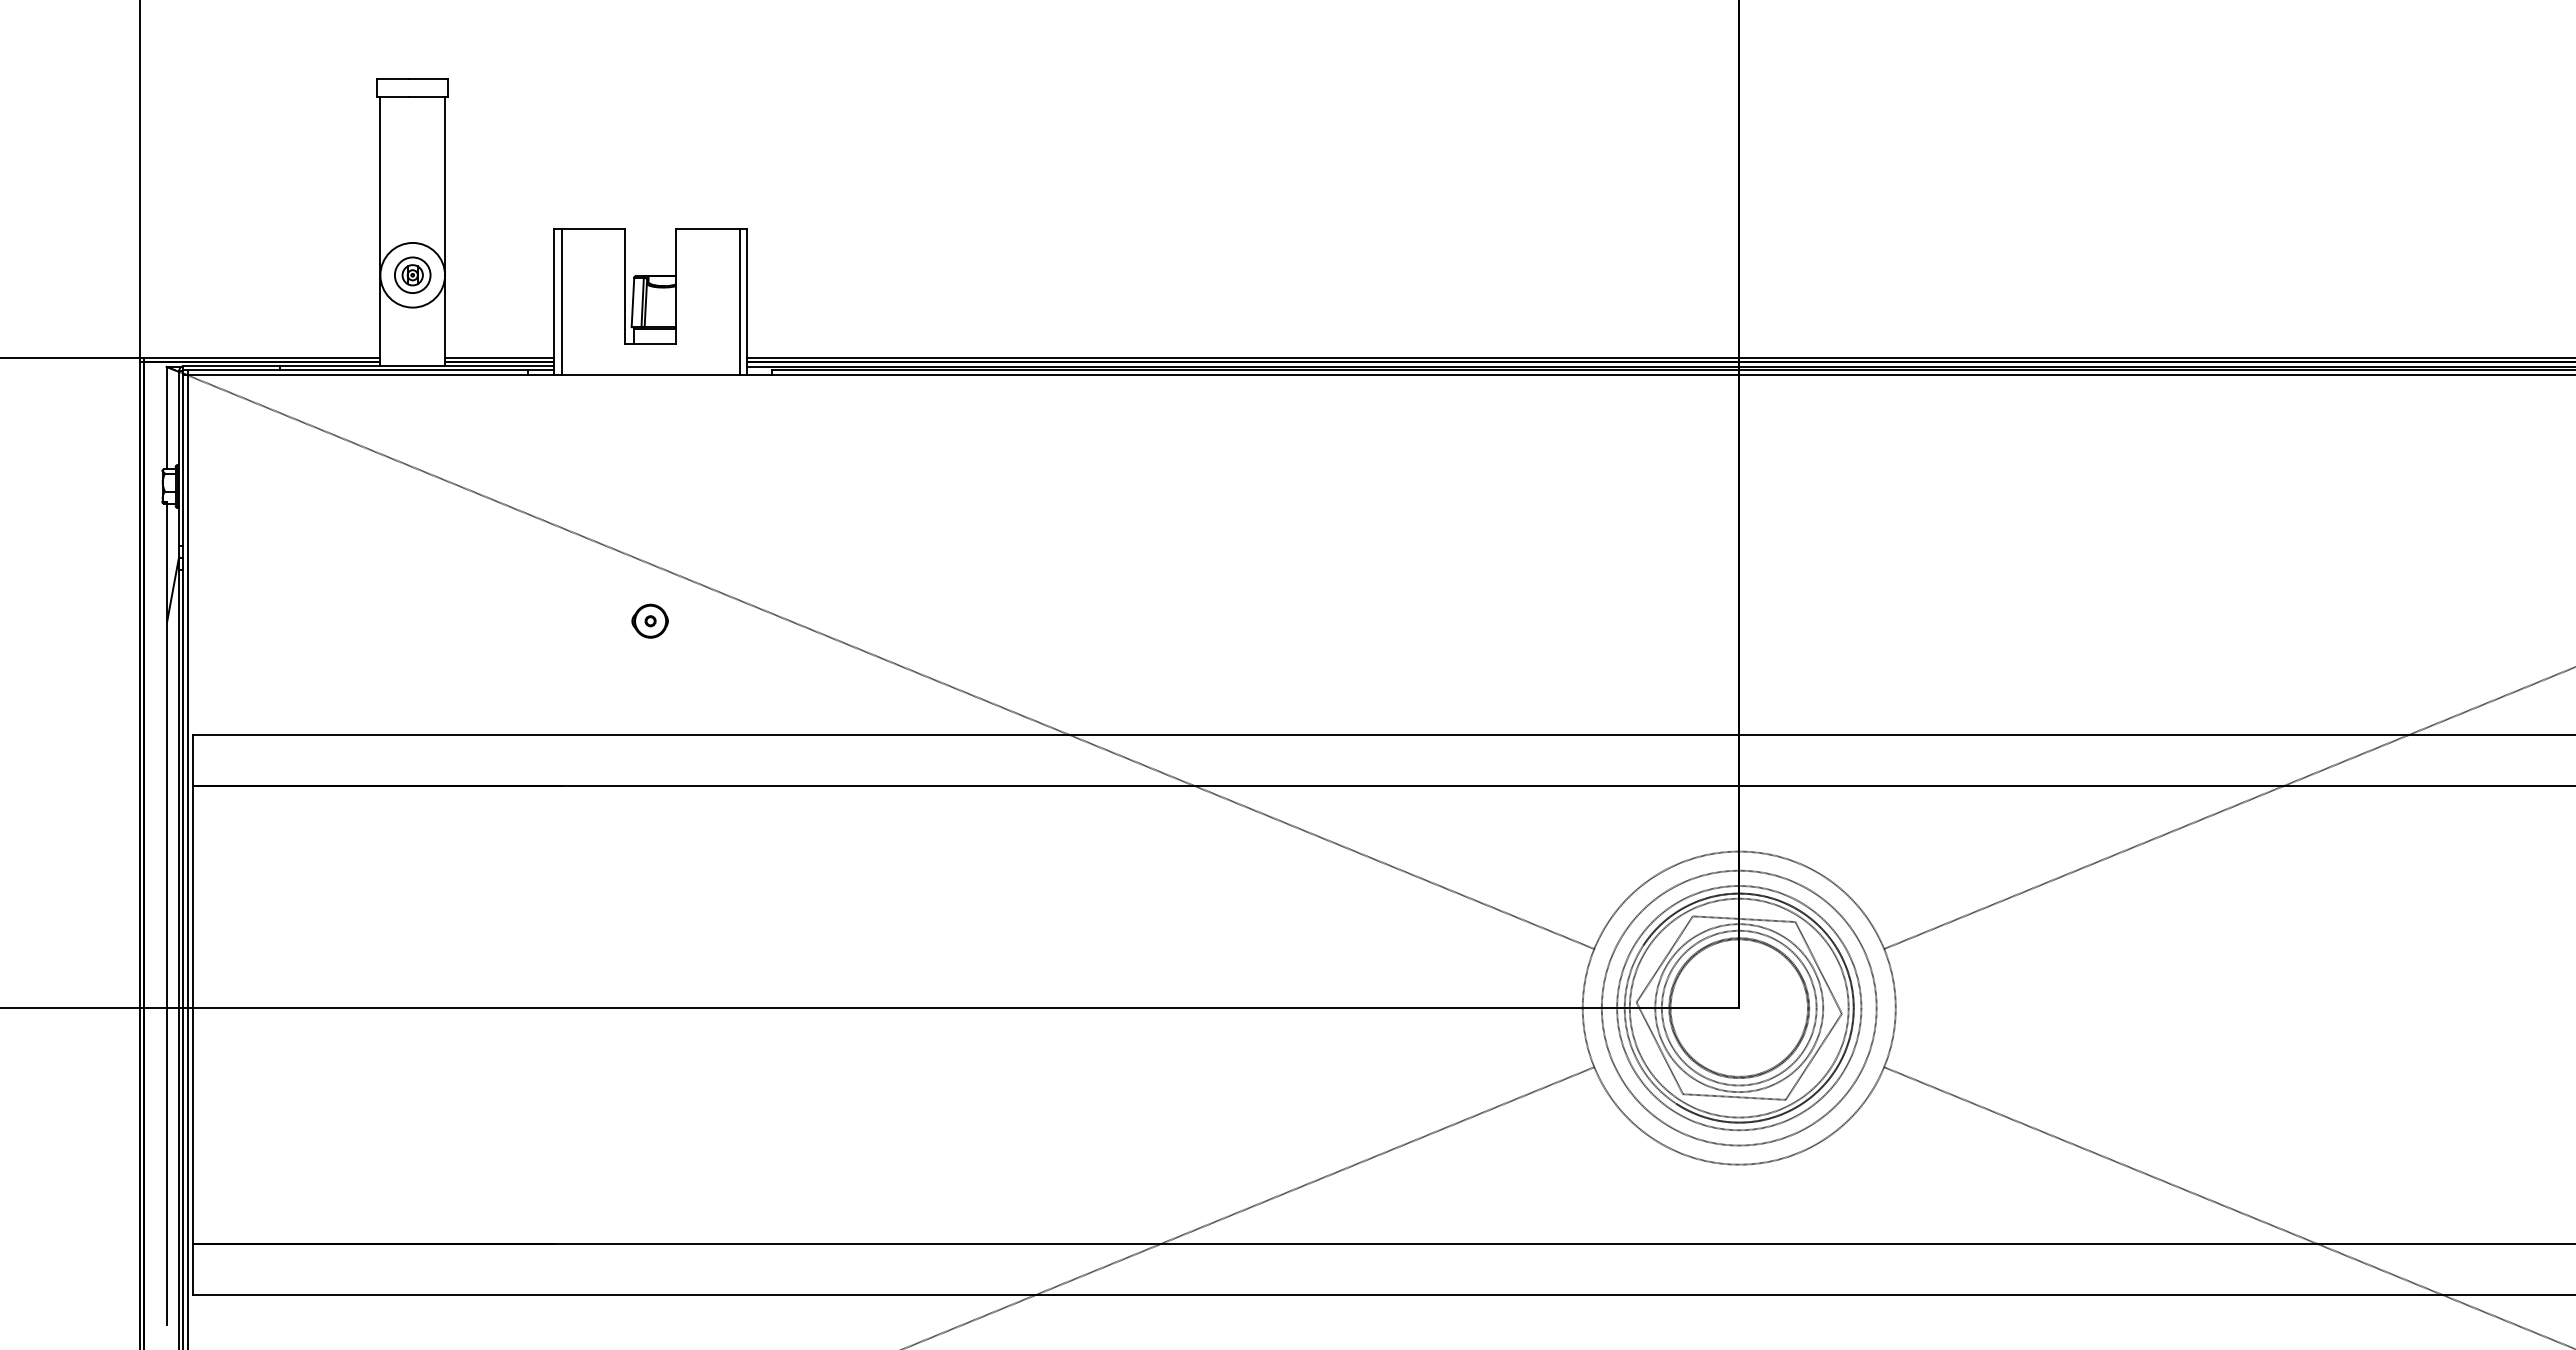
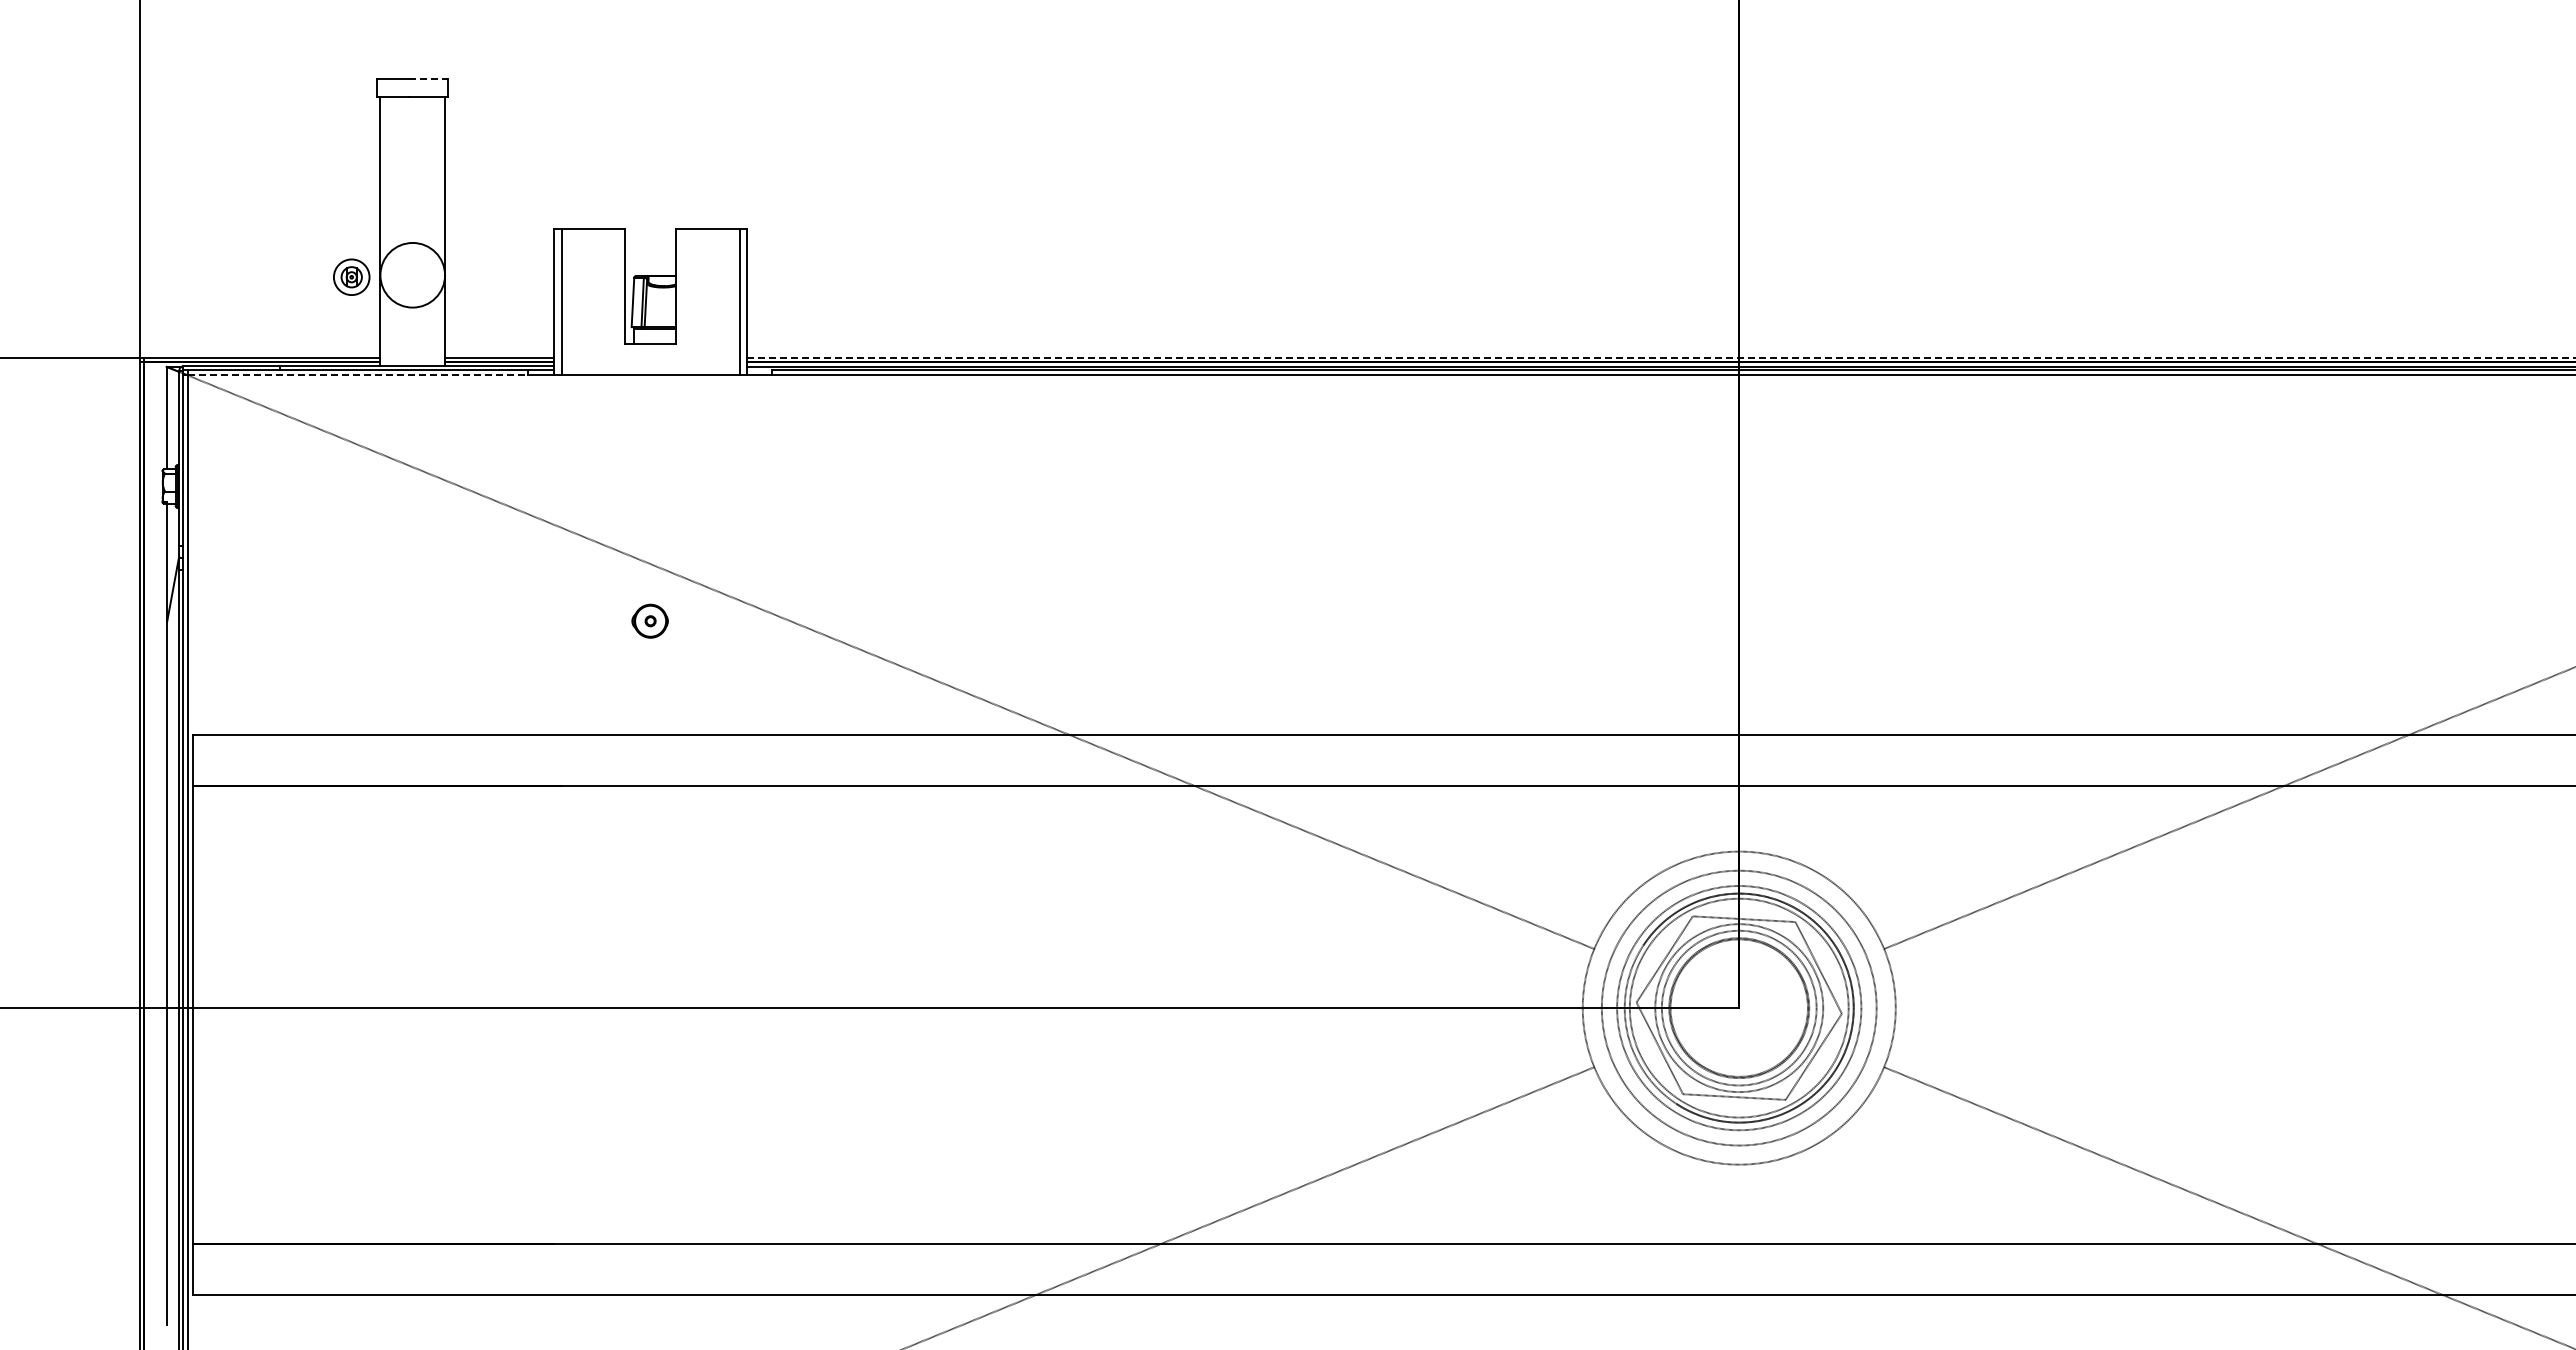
line at (428, 79): solid -> dashed
part at (412, 274) position: (412, 274) -> (351, 276)
line at (1661, 357): solid -> dashed
line at (358, 374): solid -> dashed
